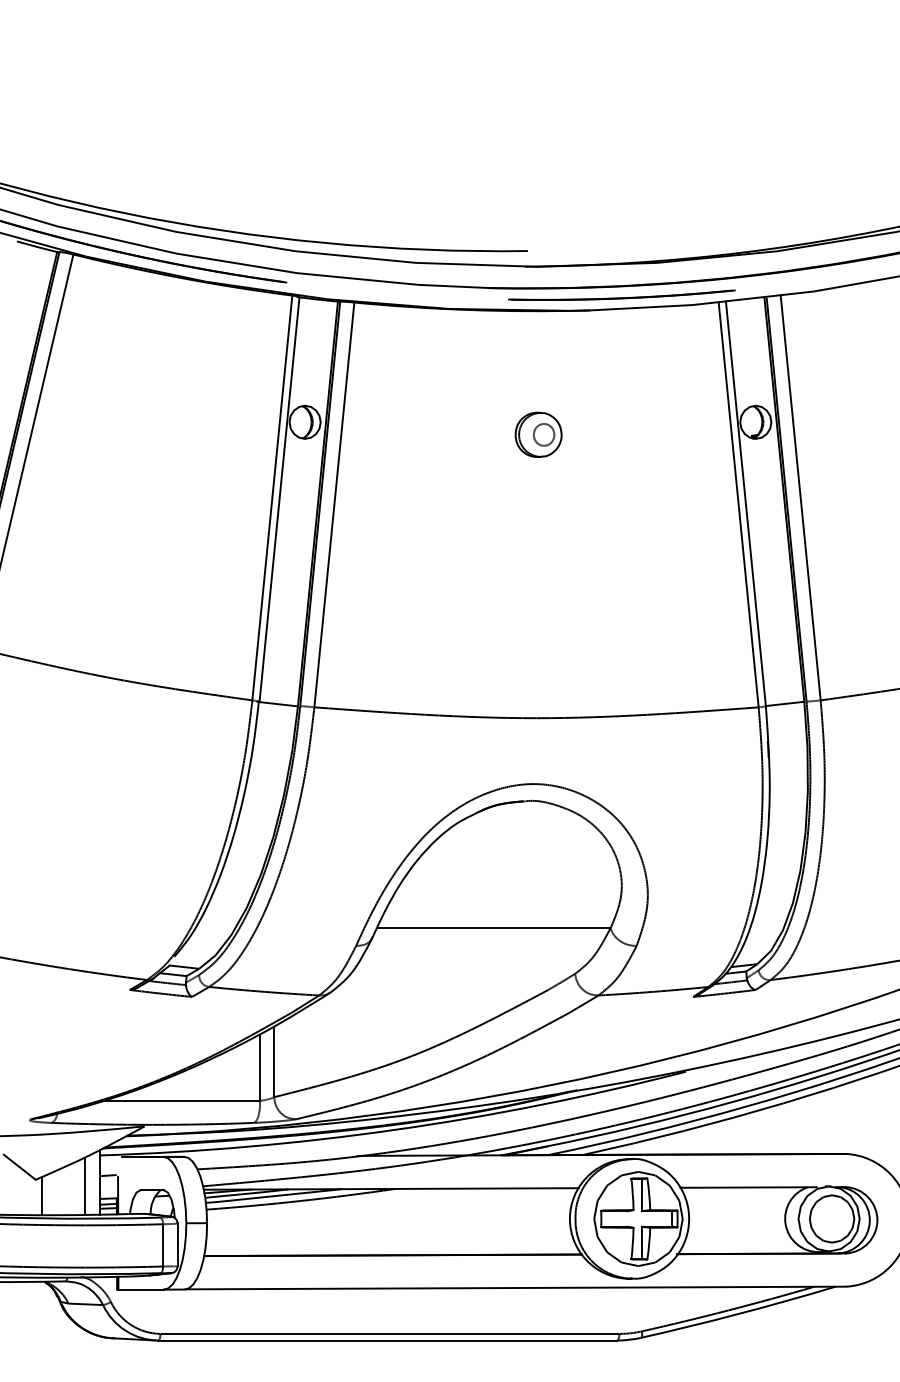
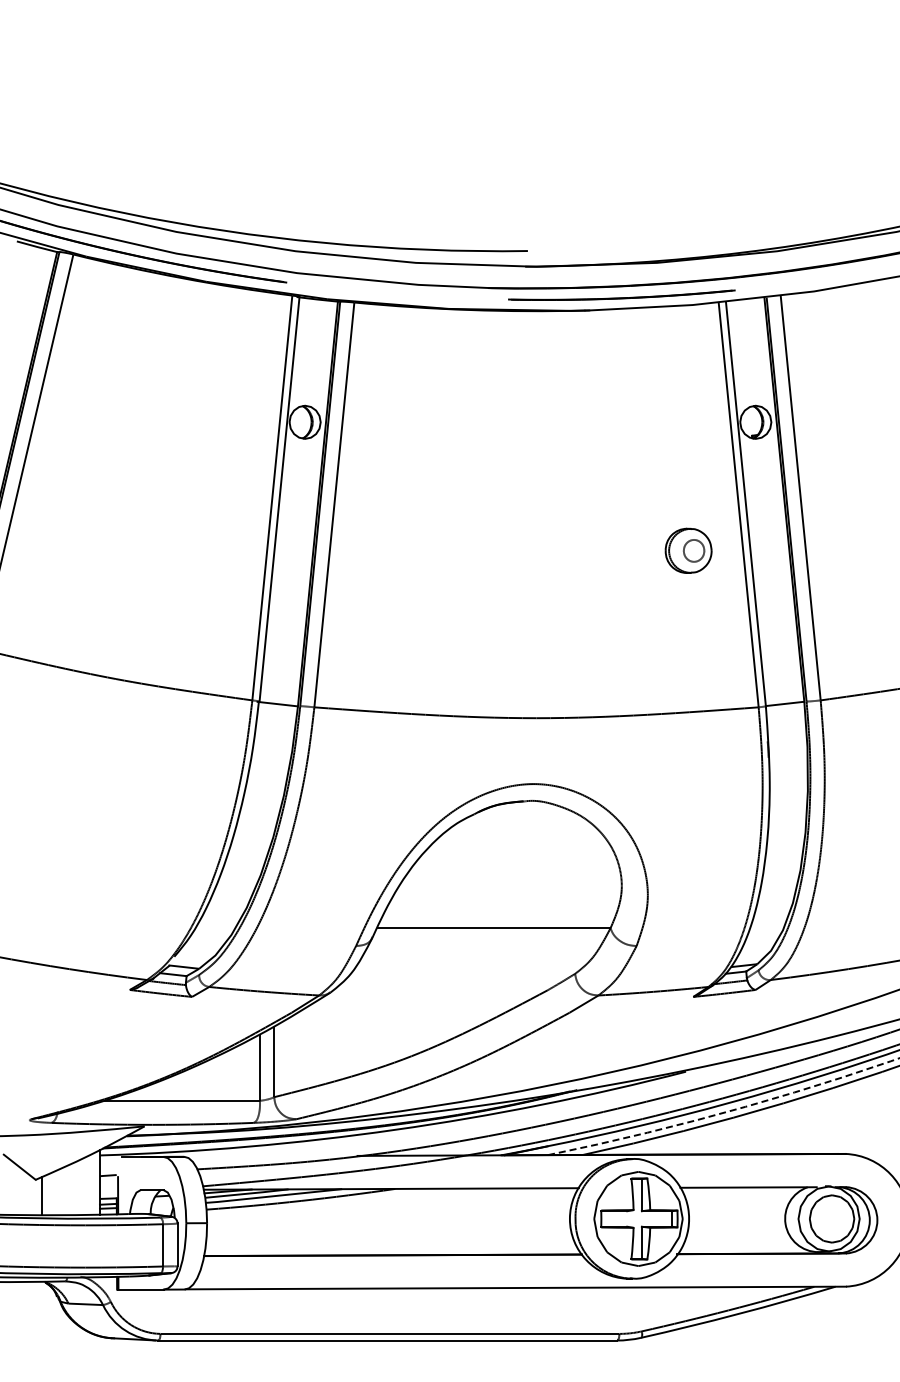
part at (538, 434) position: (538, 434) -> (688, 550)
arc at (726, 1112): solid -> dashed
line at (85, 1185): present -> none
